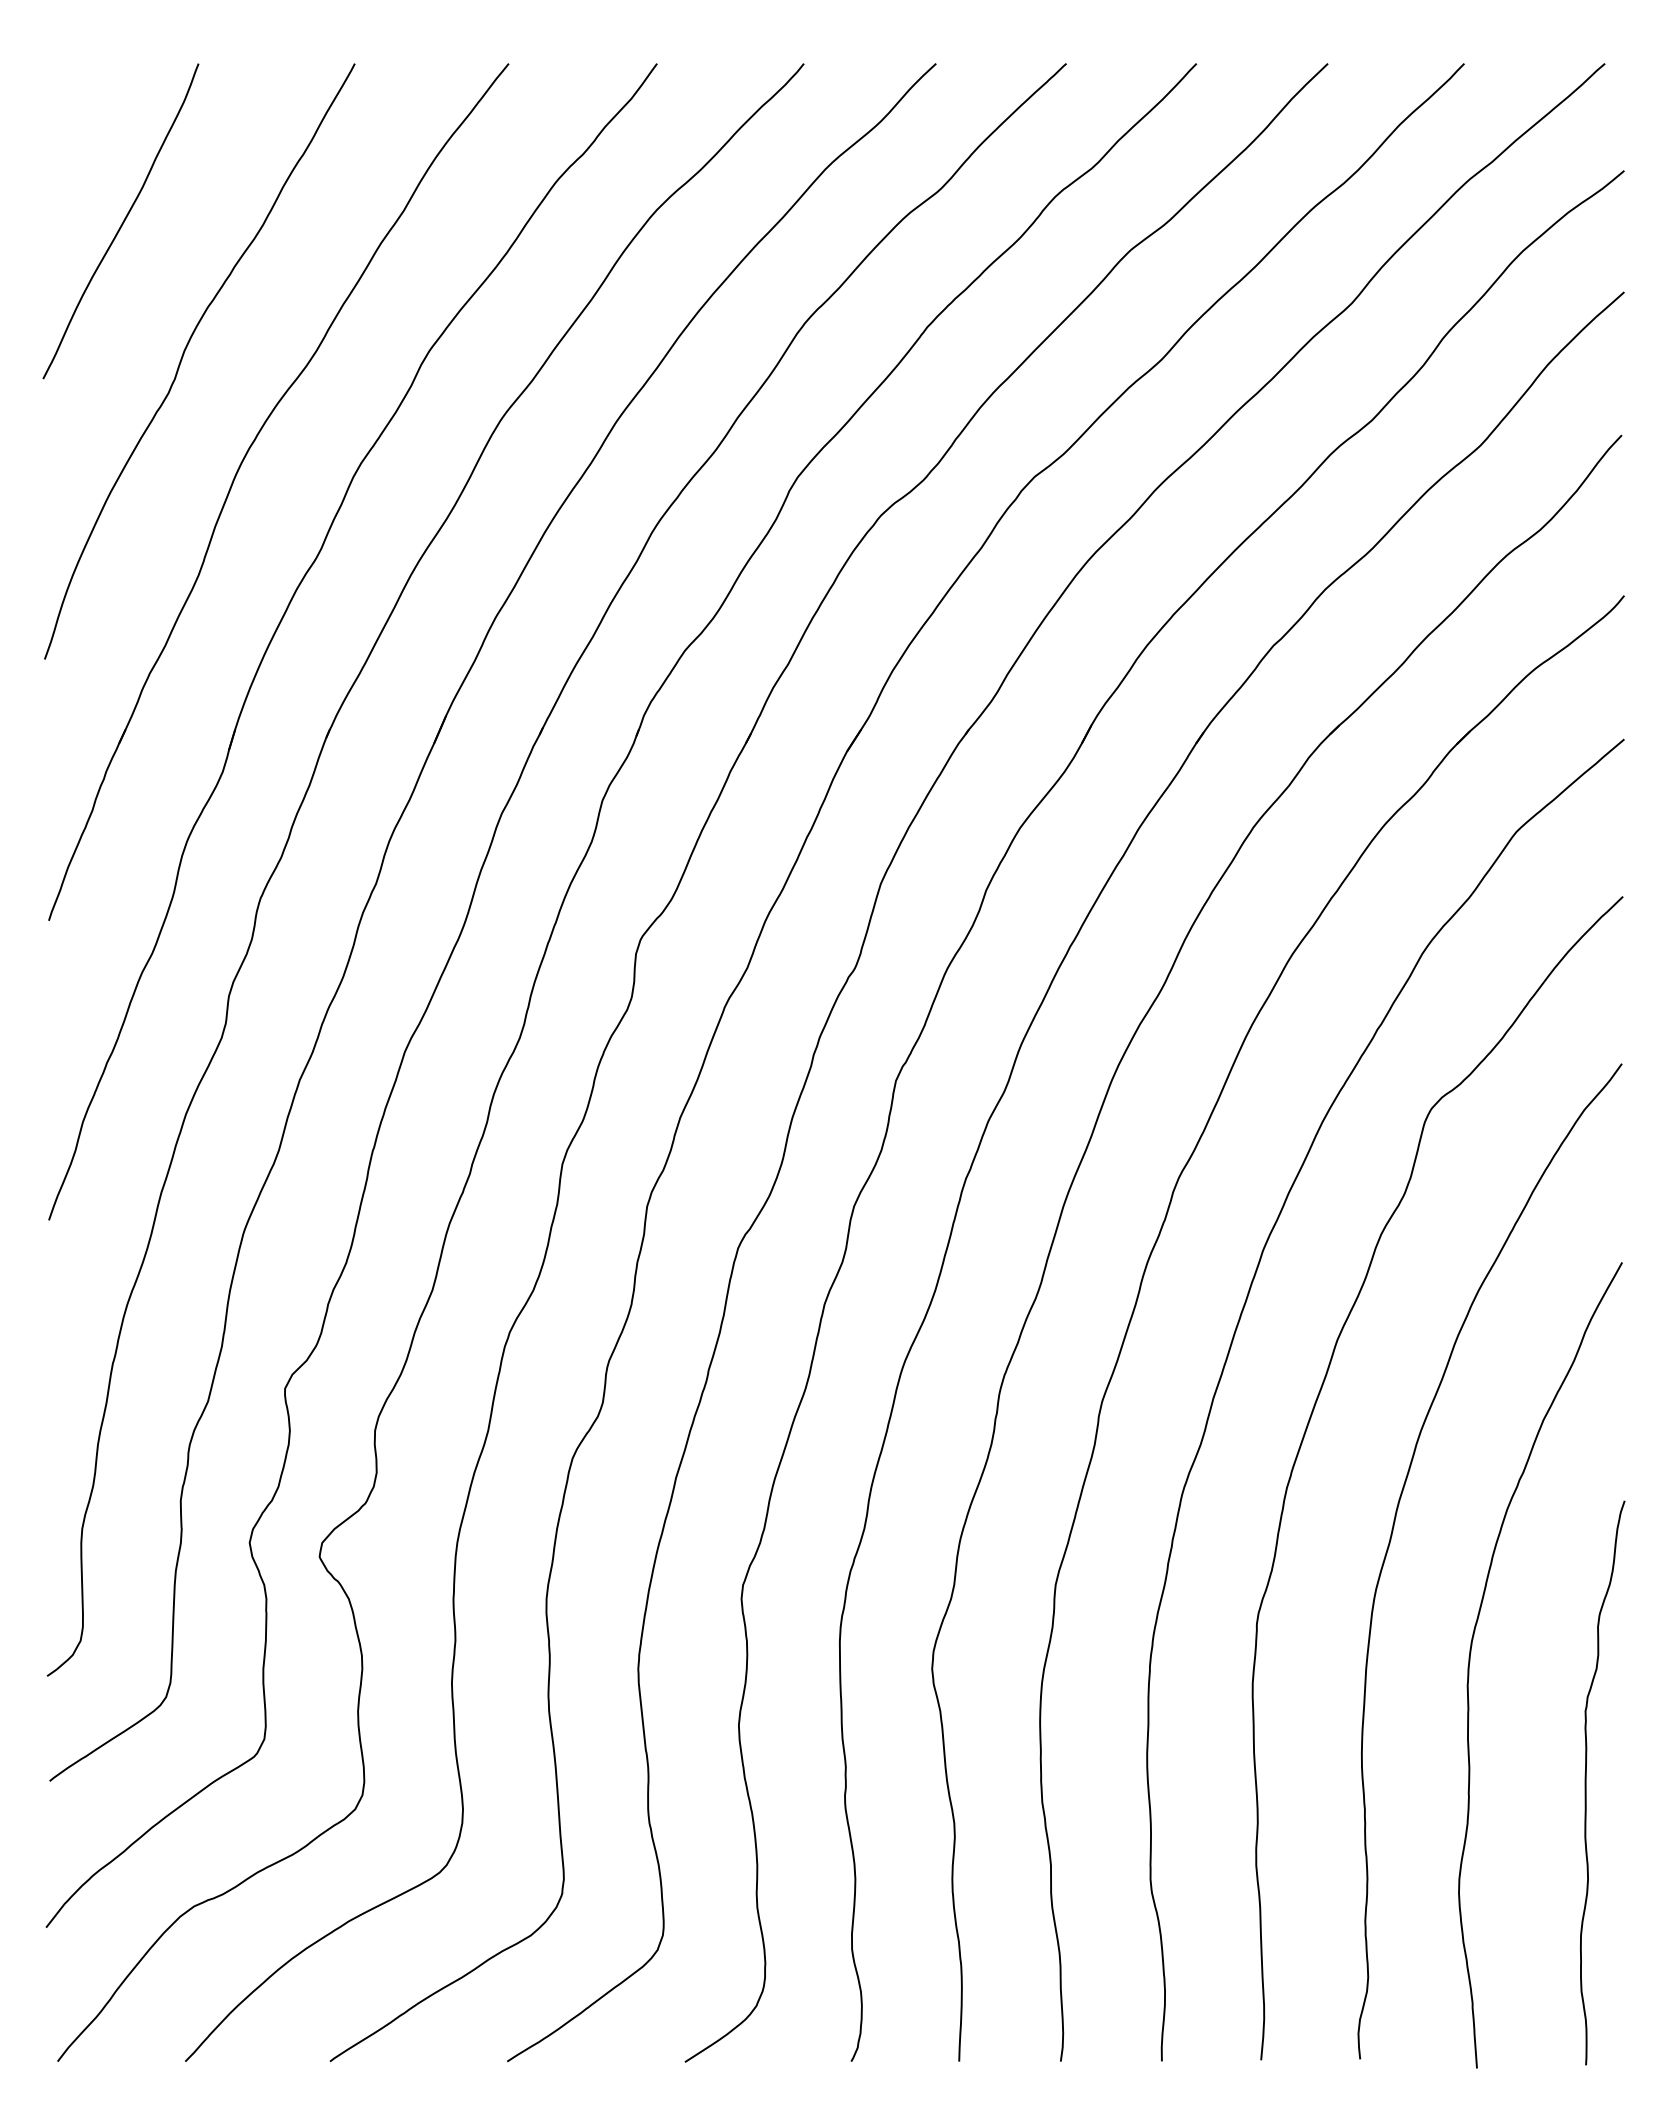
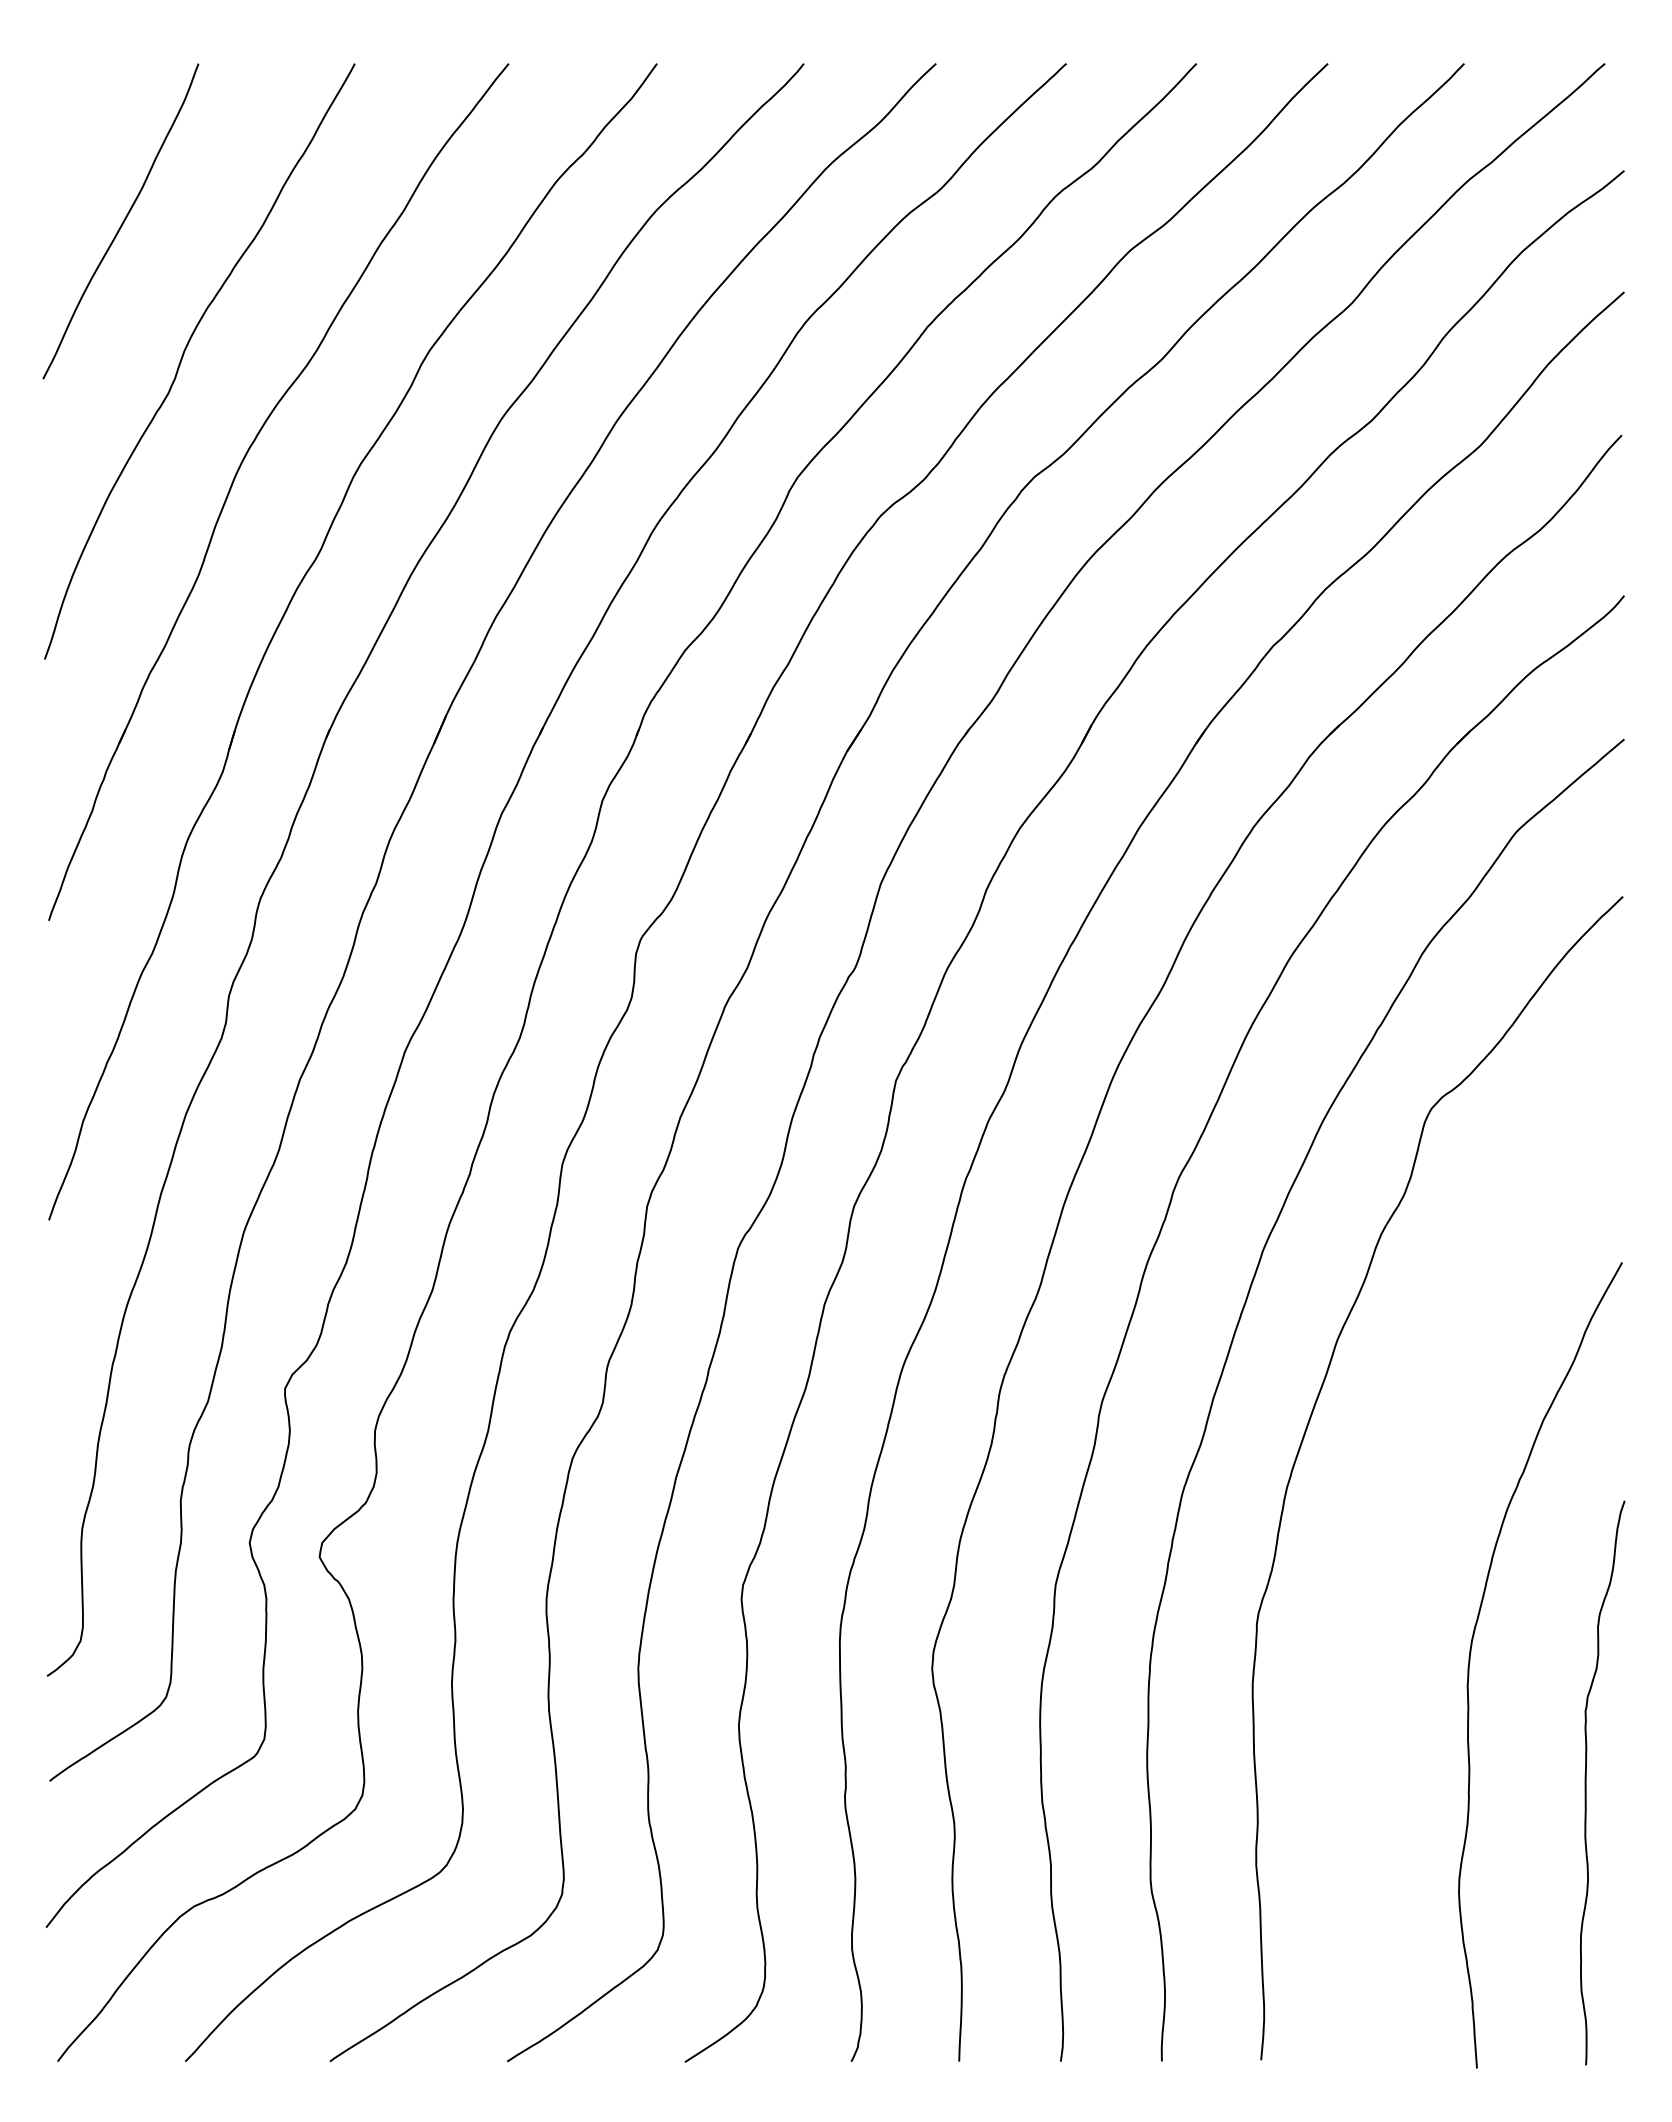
curve at (1392, 1536): present -> none
